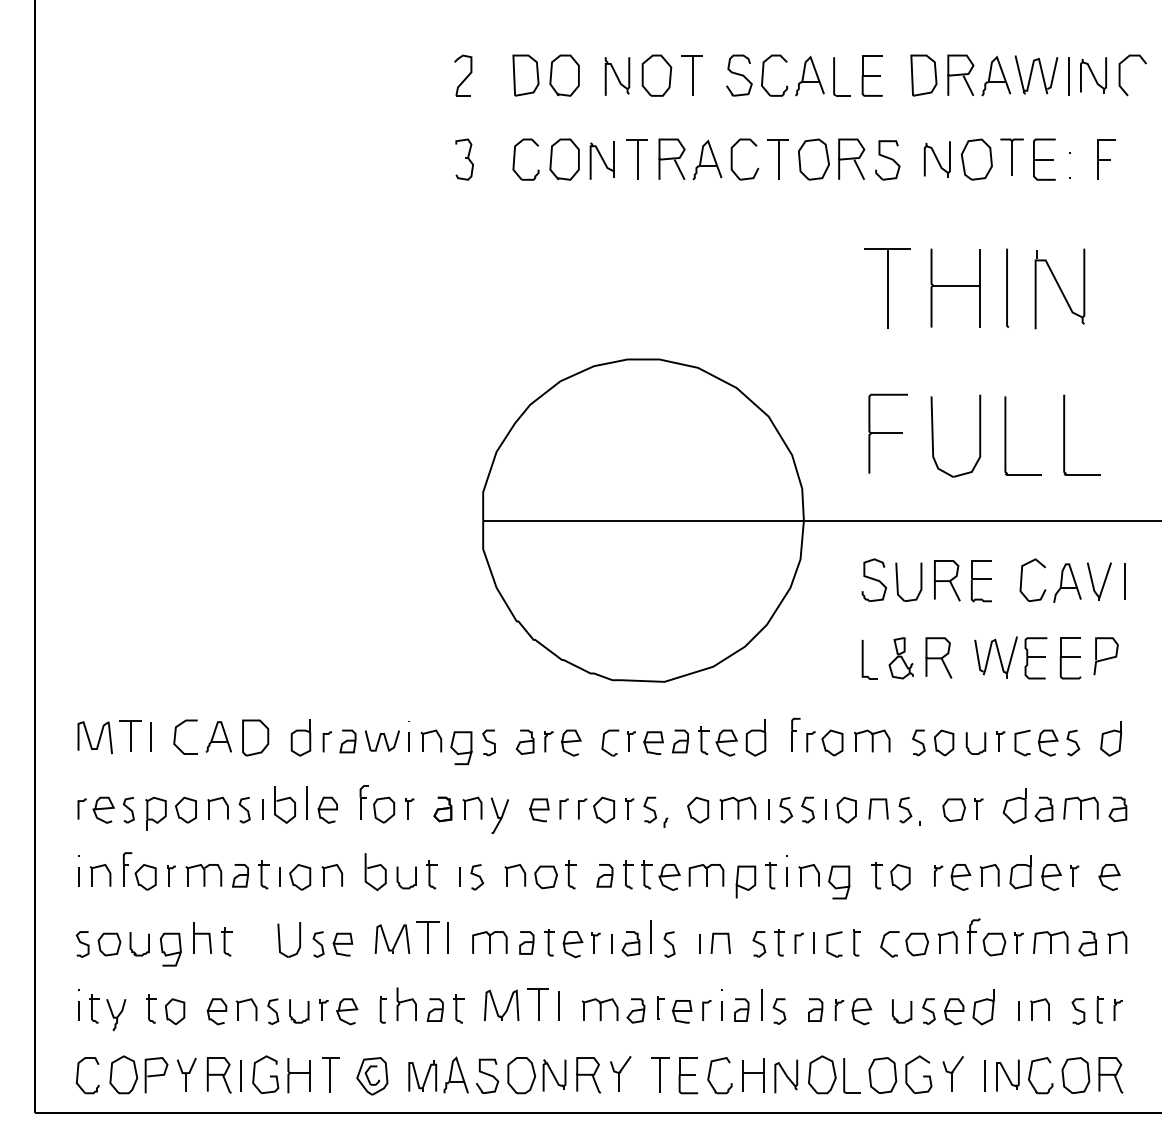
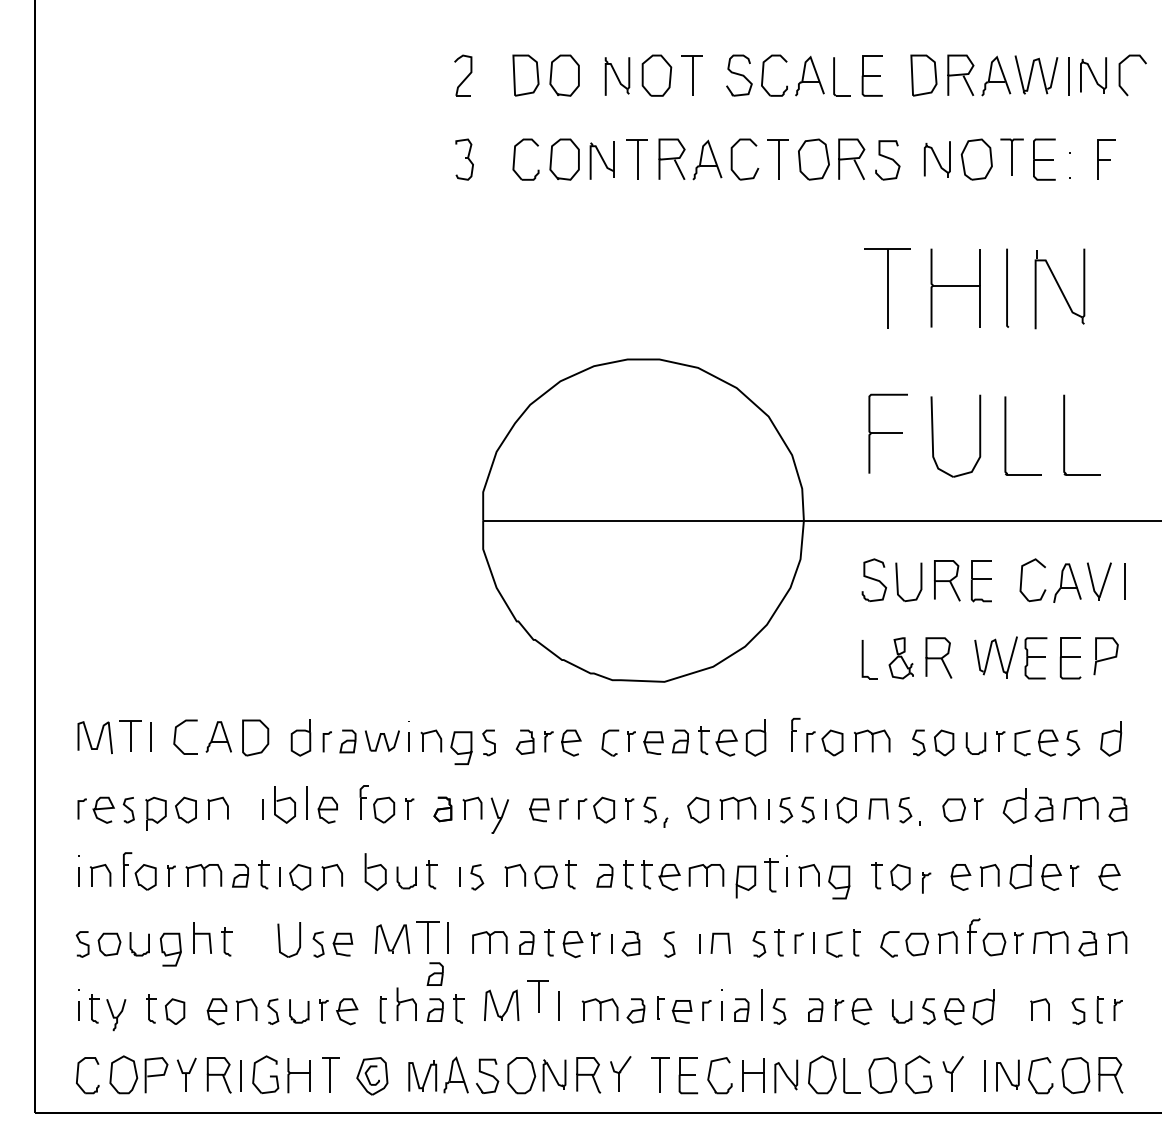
part at (244, 810): present -> none
part at (770, 875) size: 12x28 px -> 15x35 px
part at (938, 875) position: (938, 875) -> (926, 882)
line at (650, 936): present -> none
part at (434, 973): none -> present
part at (537, 1004) position: (537, 1004) -> (537, 996)
line at (1018, 1010): present -> none
